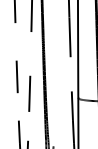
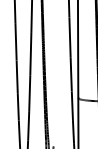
line at (15, 41): none -> present
line at (30, 53): none -> present
line at (70, 74): none -> present
line at (17, 106): none -> present
line at (28, 125): none -> present
